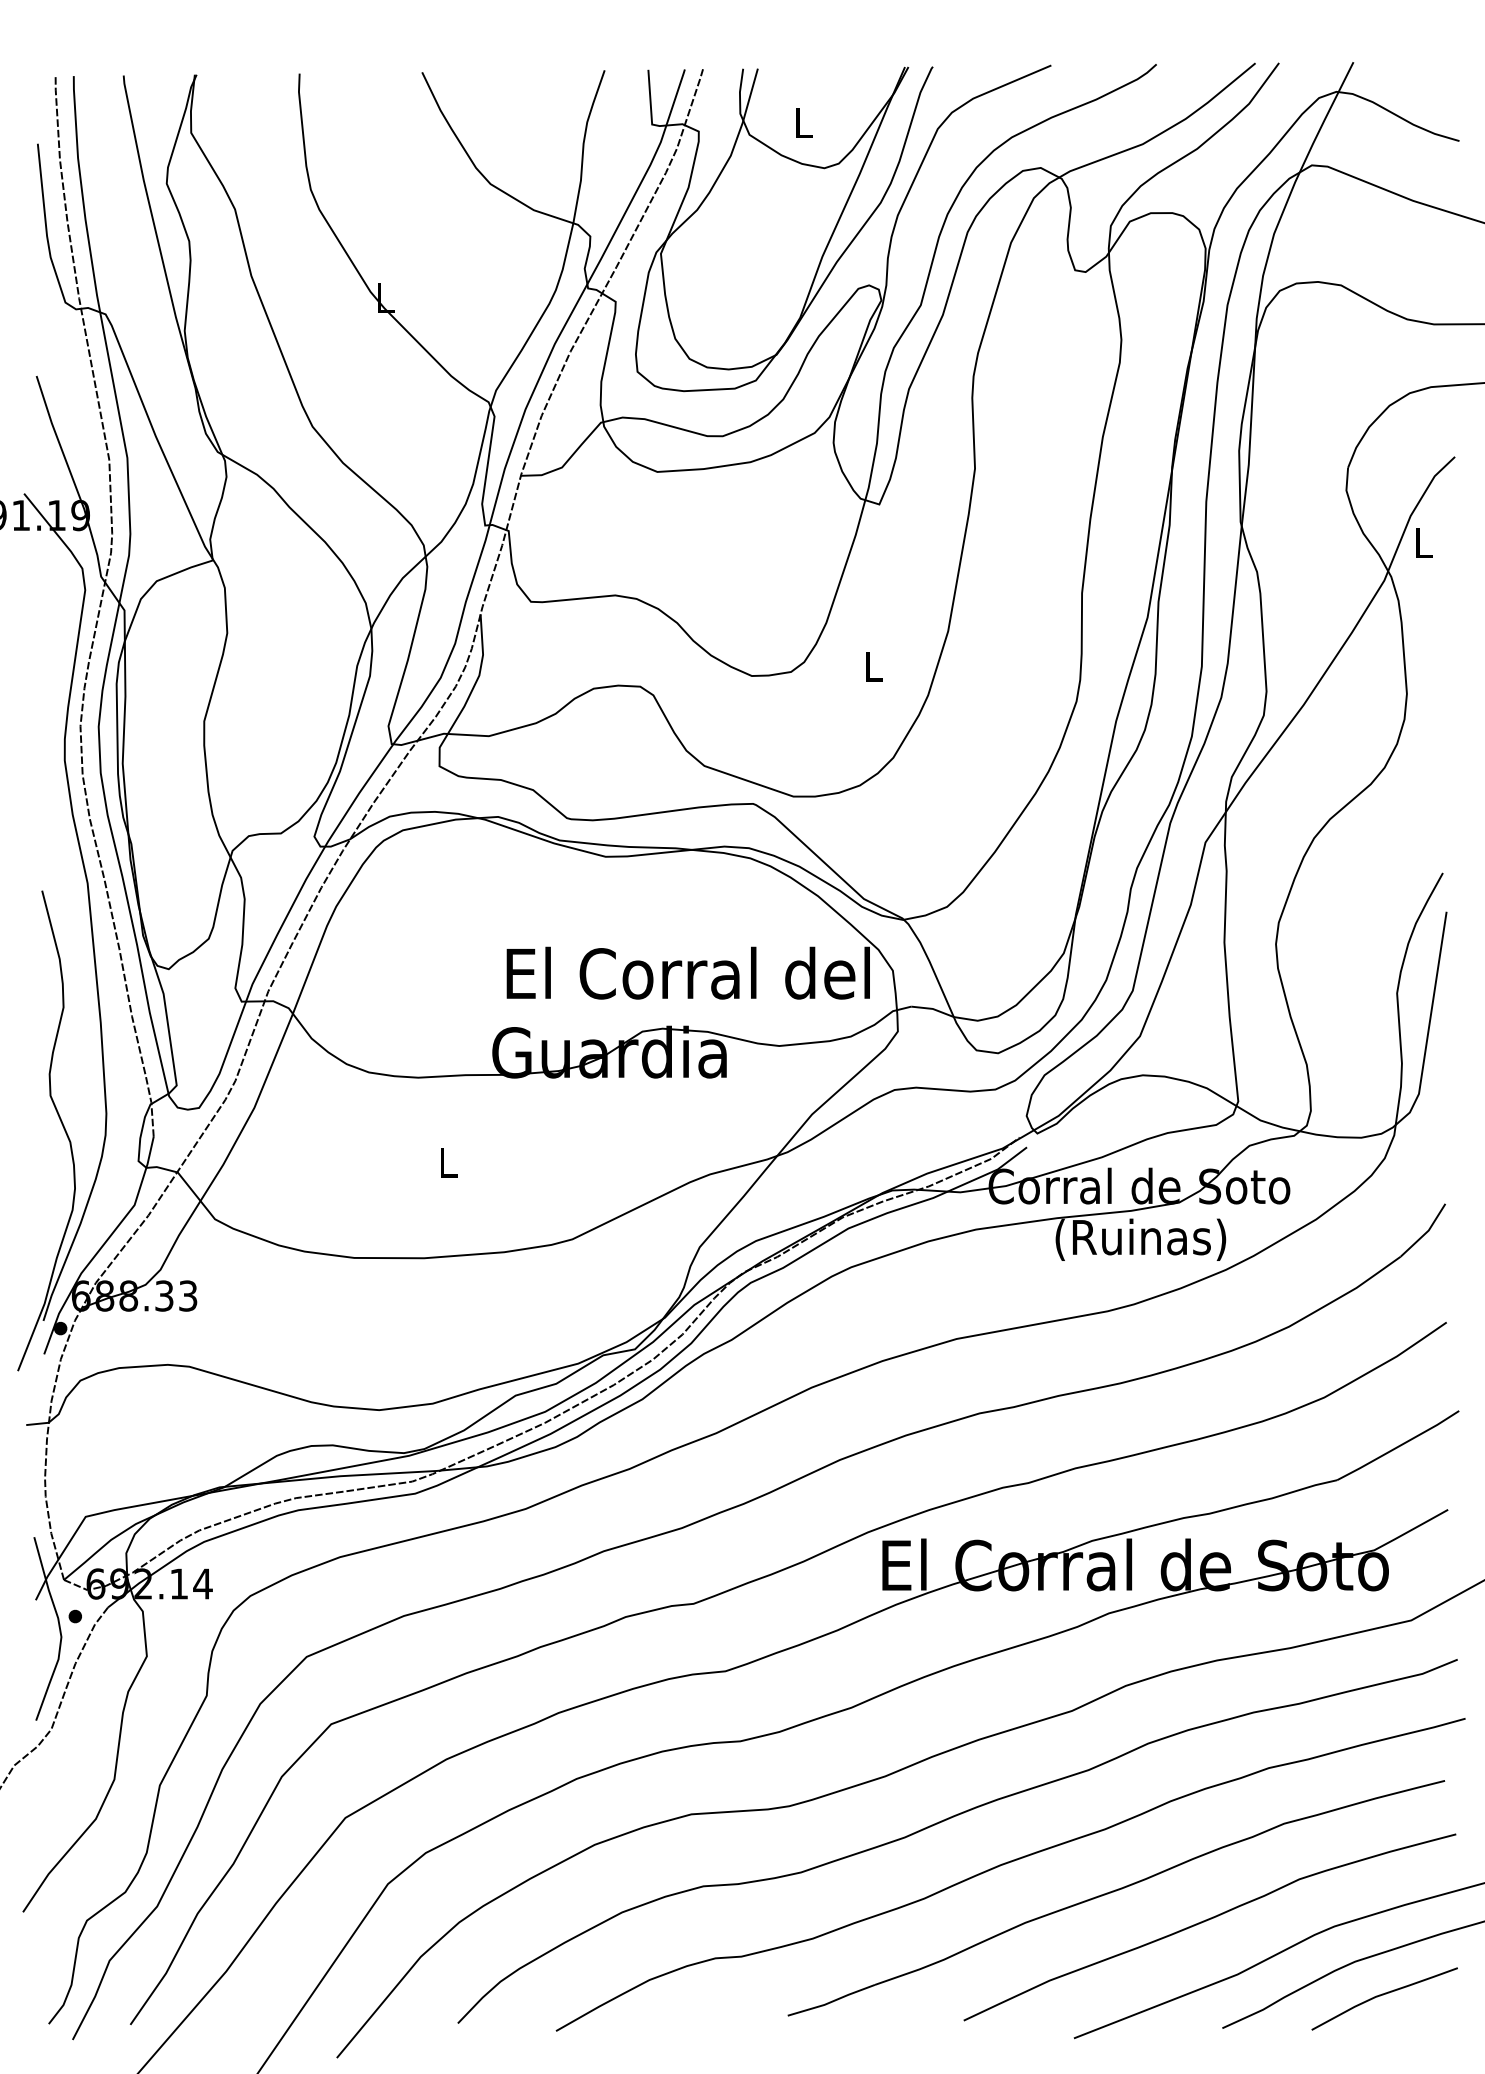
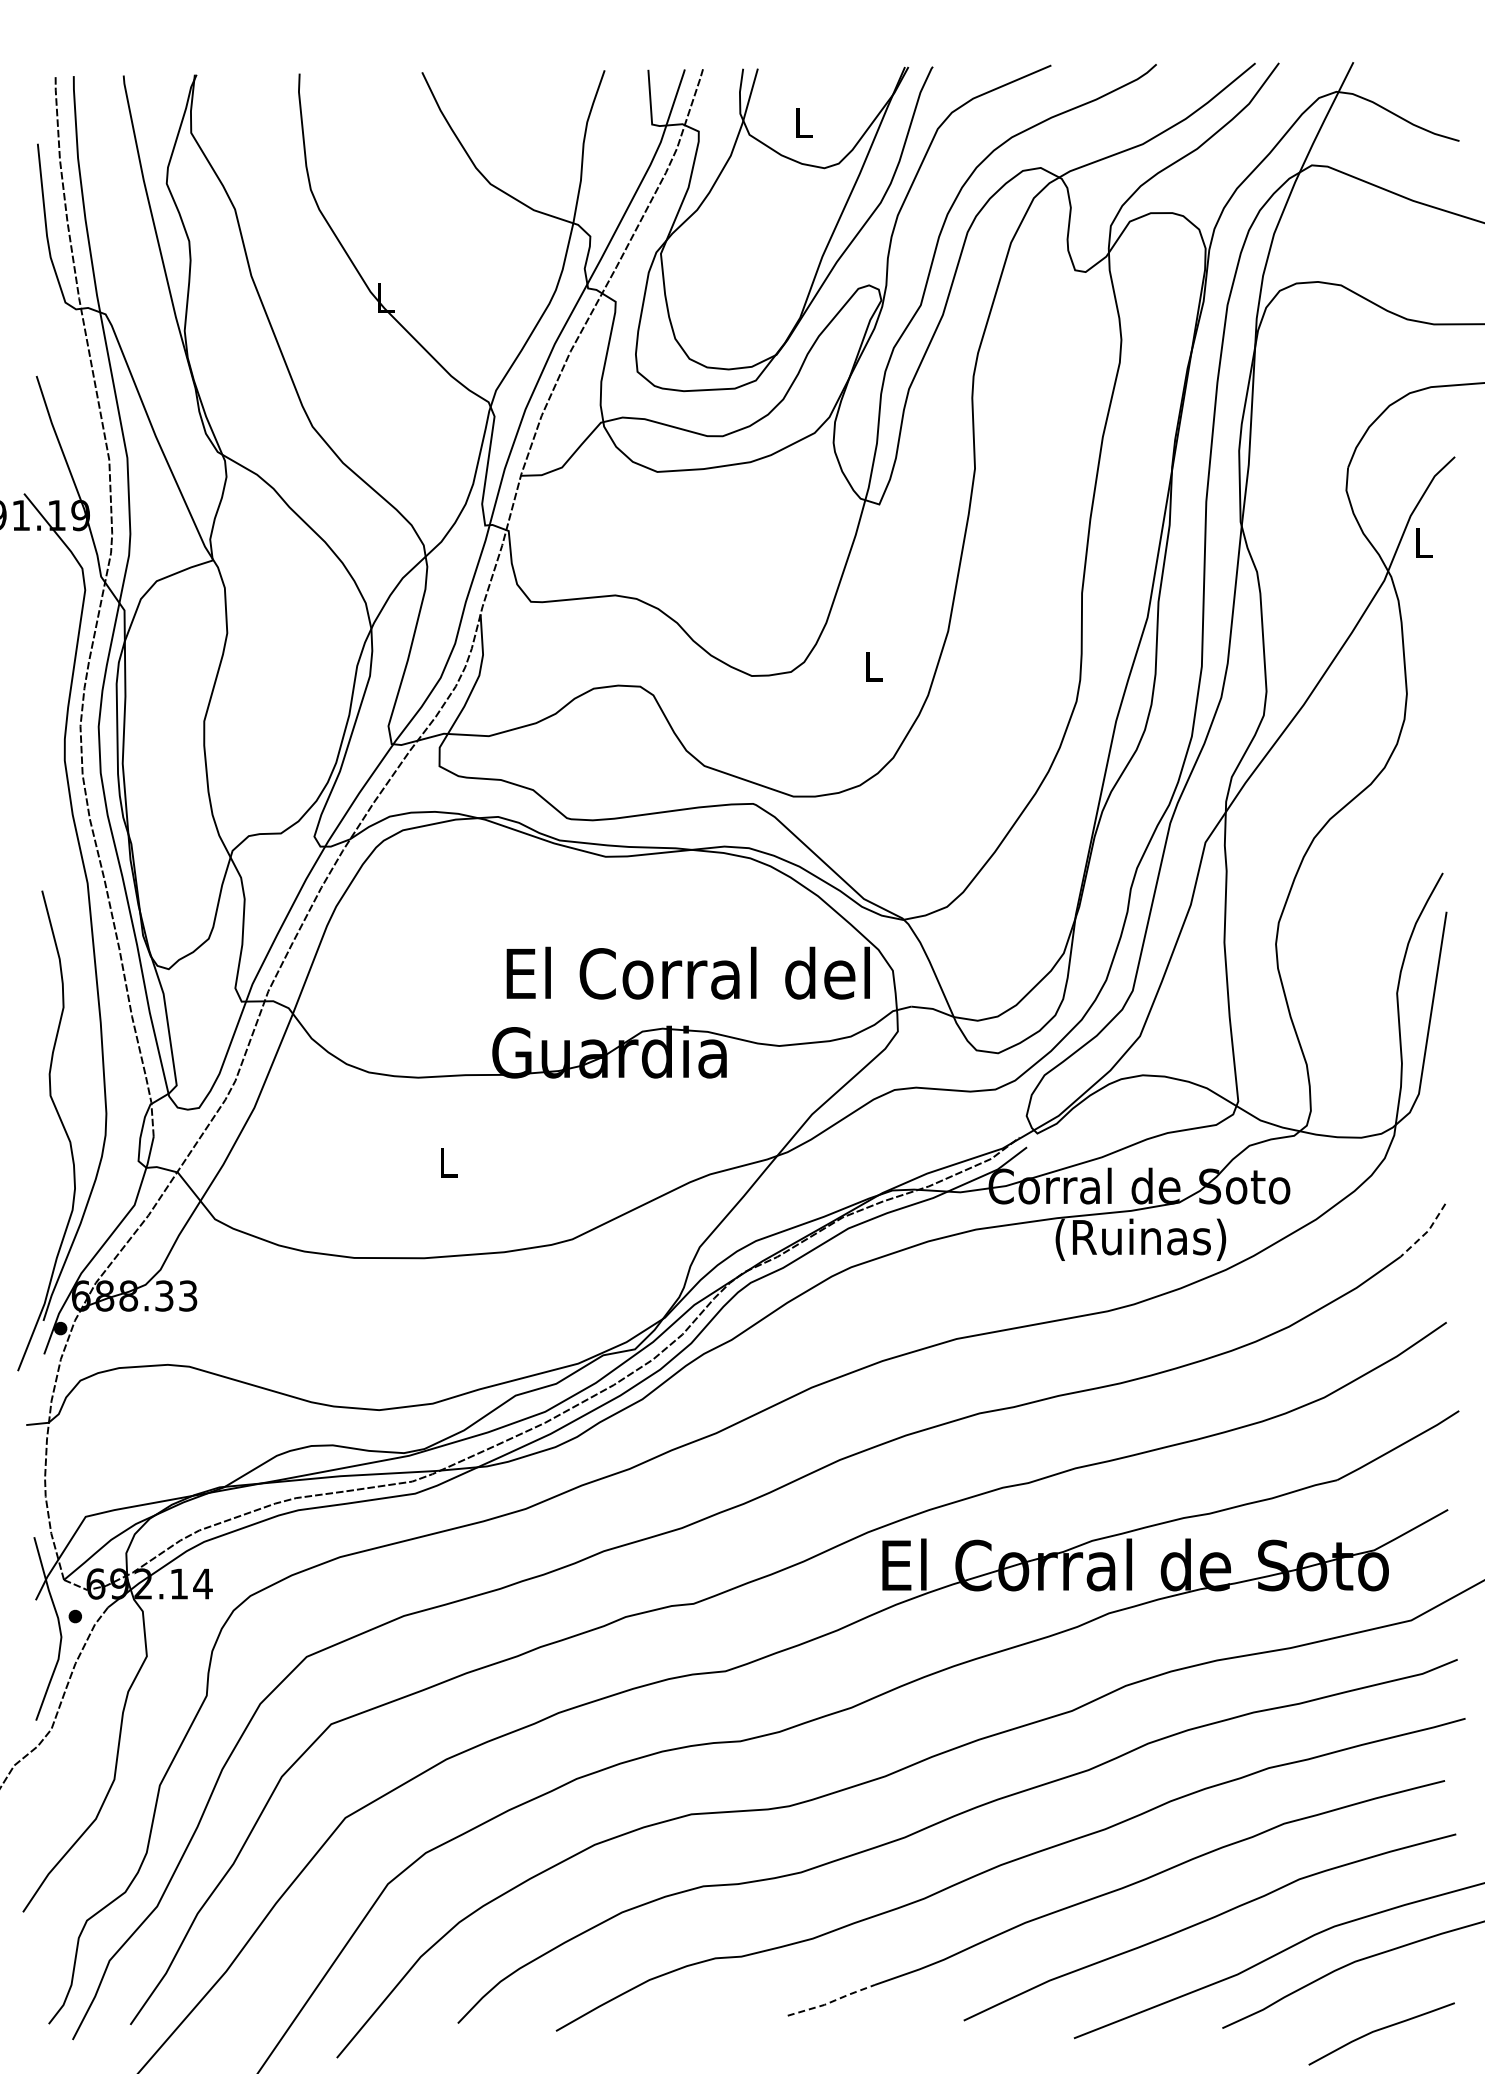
line at (1426, 1232): solid -> dashed
curve at (1383, 1995) position: (1383, 1995) -> (1380, 2030)
line at (832, 2001): solid -> dashed
